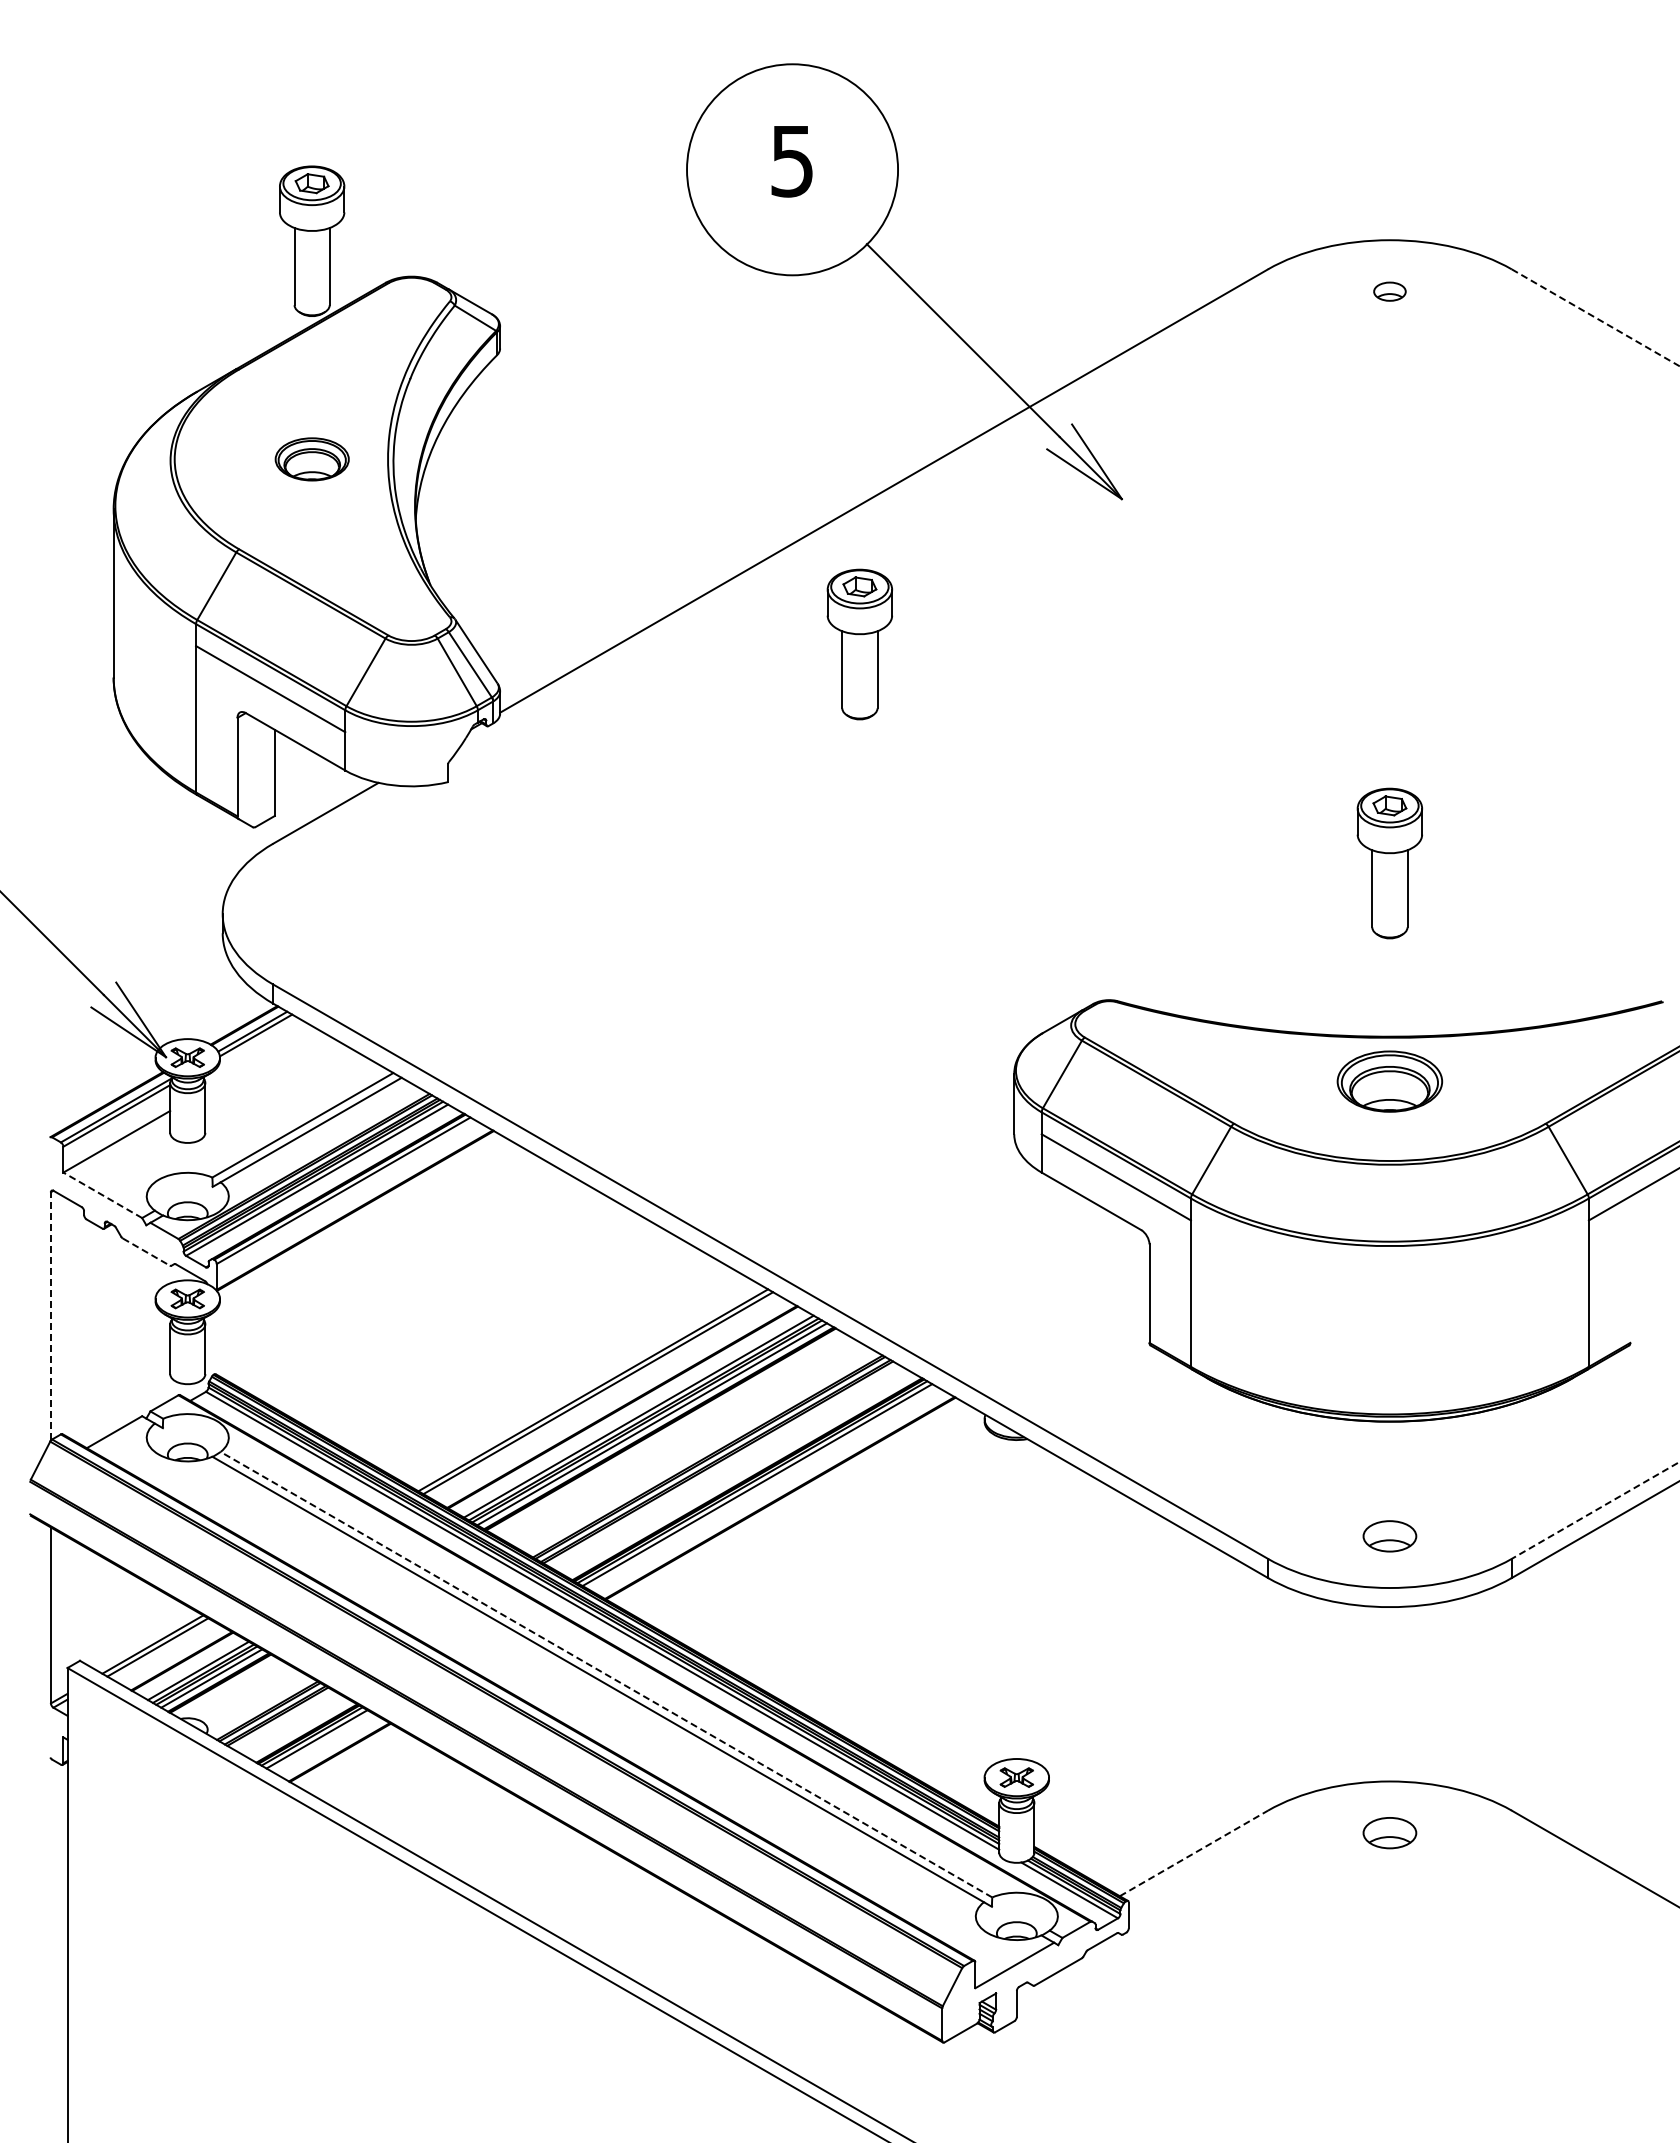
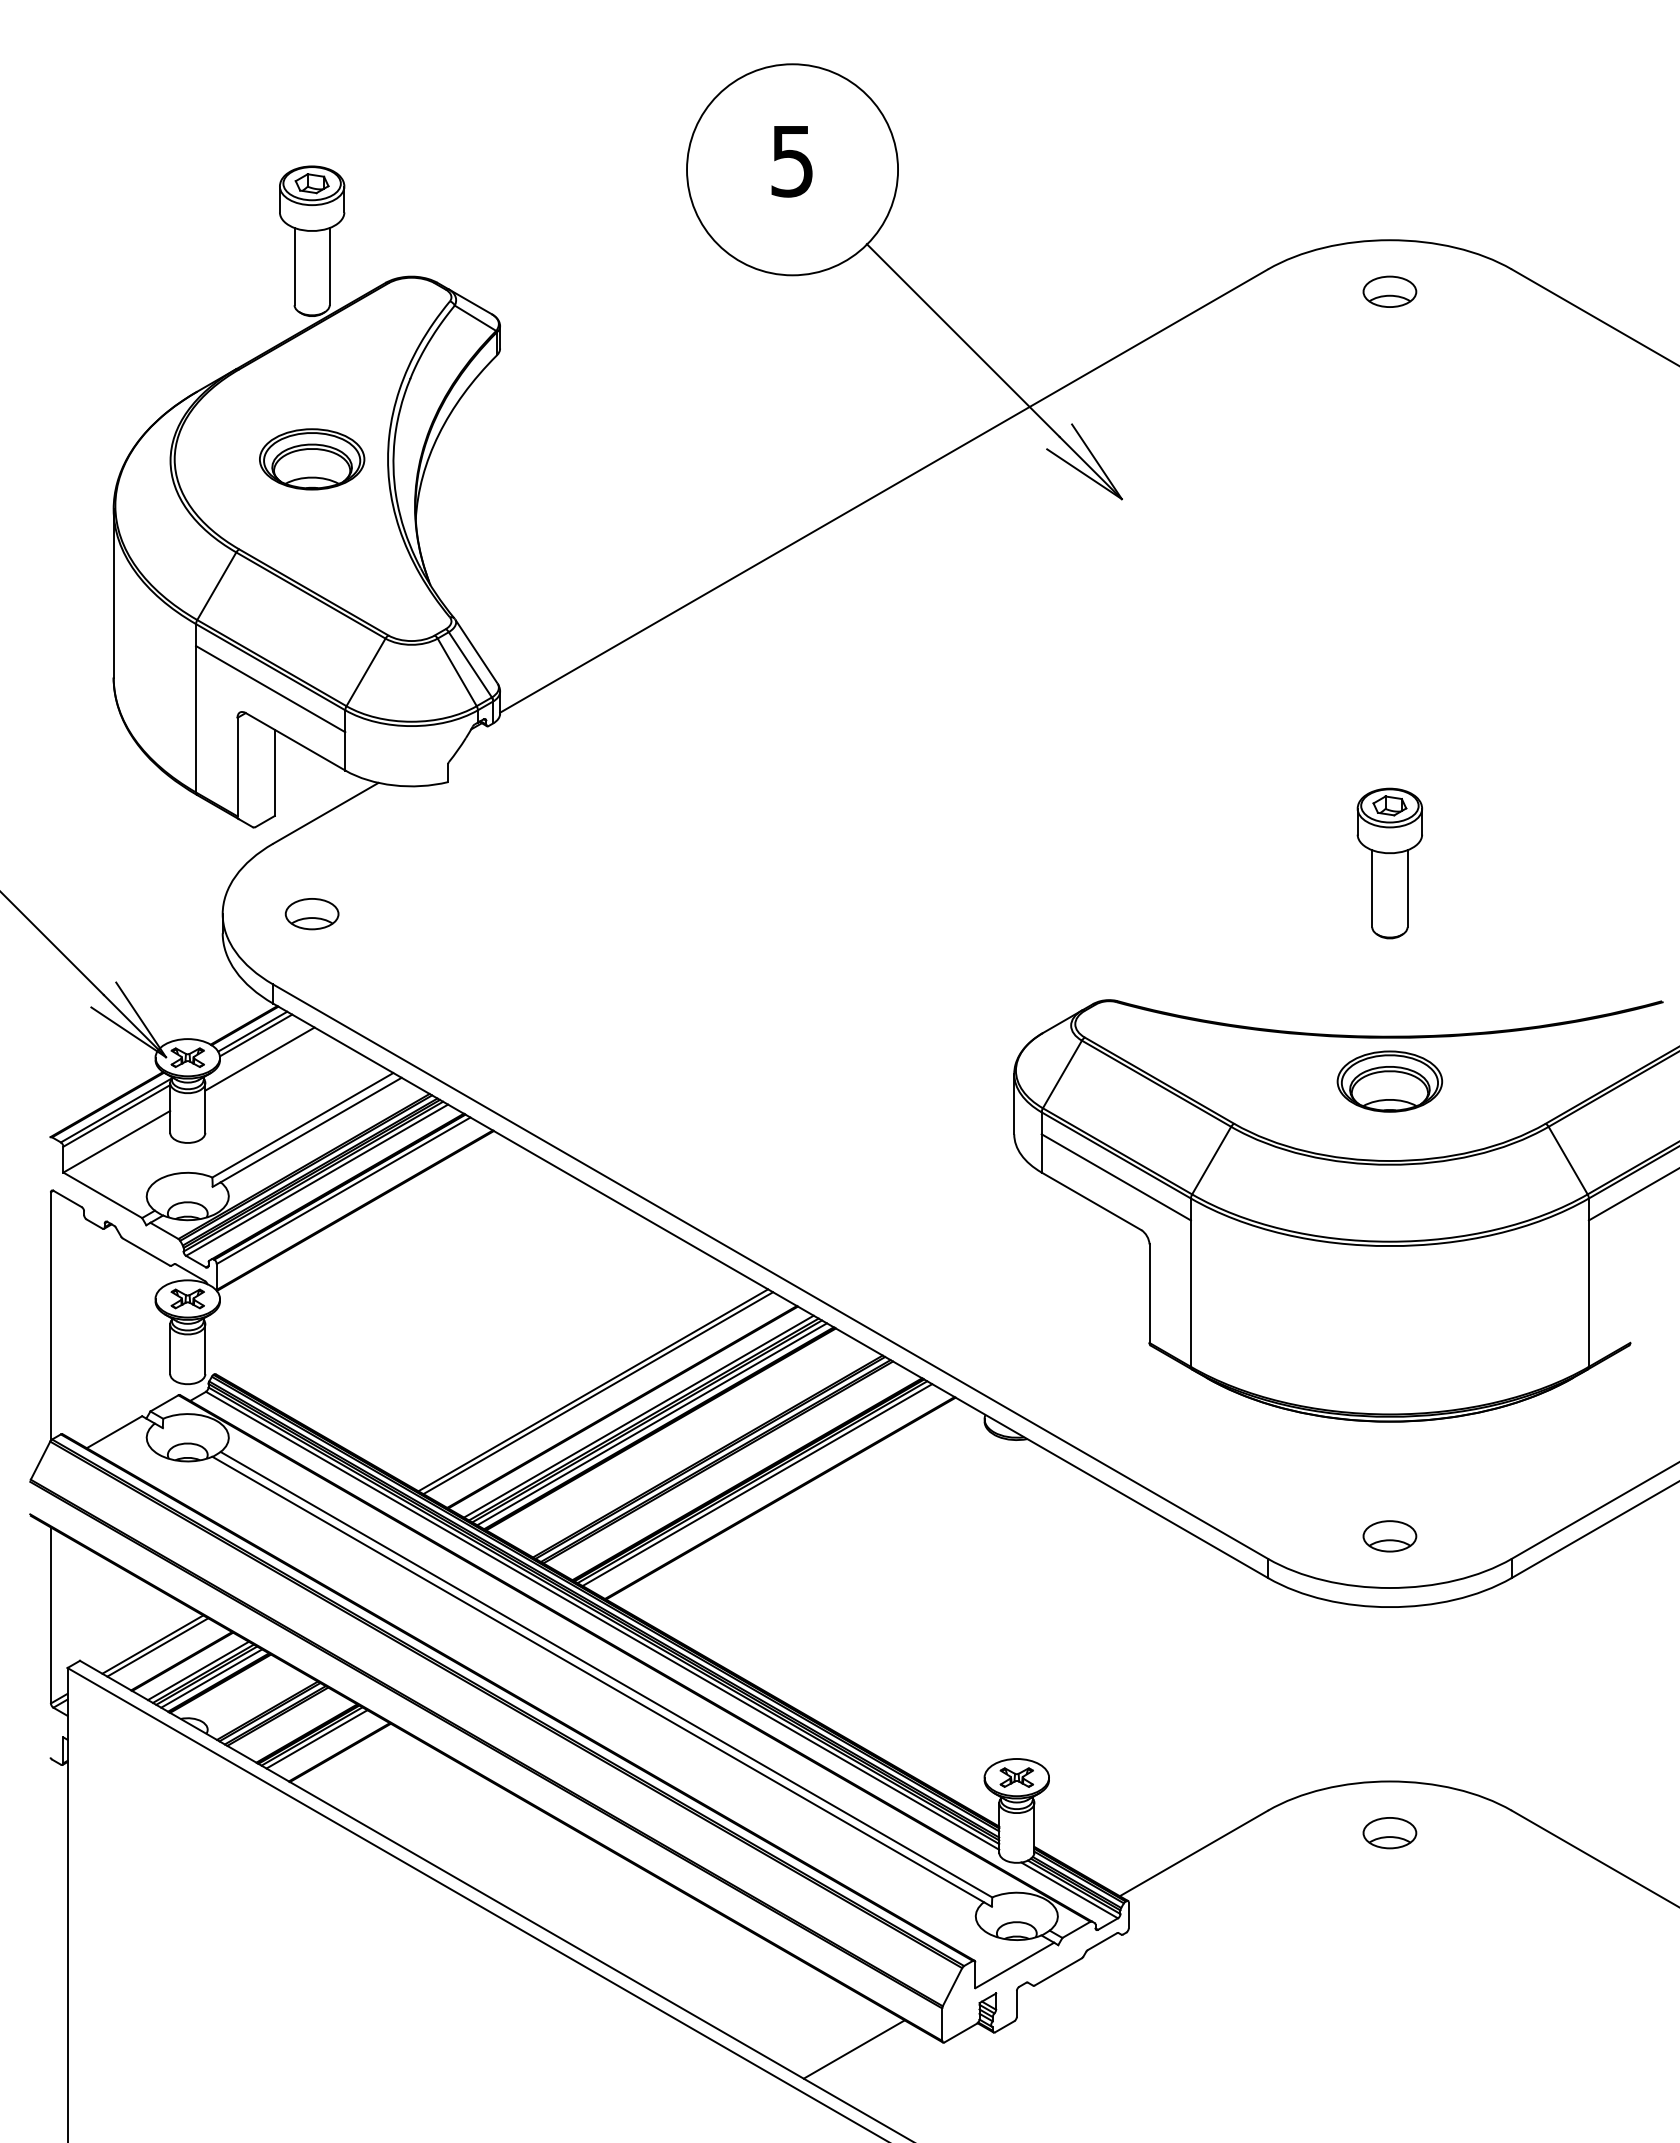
part at (1389, 291) size: 34x21 px -> 56x33 px
line at (1595, 317): dashed -> solid
part at (311, 459) size: 76x45 px -> 107x63 px
part at (859, 644): present -> none
part at (311, 914): none -> present
line at (259, 1058): none -> present
line at (102, 1195): dashed -> solid
line at (146, 1252): dashed -> solid
line at (51, 1315): dashed -> solid
line at (1595, 1510): dashed -> solid
line at (606, 1674): dashed -> solid
line at (1193, 1853): dashed -> solid
line at (853, 2049): none -> present
